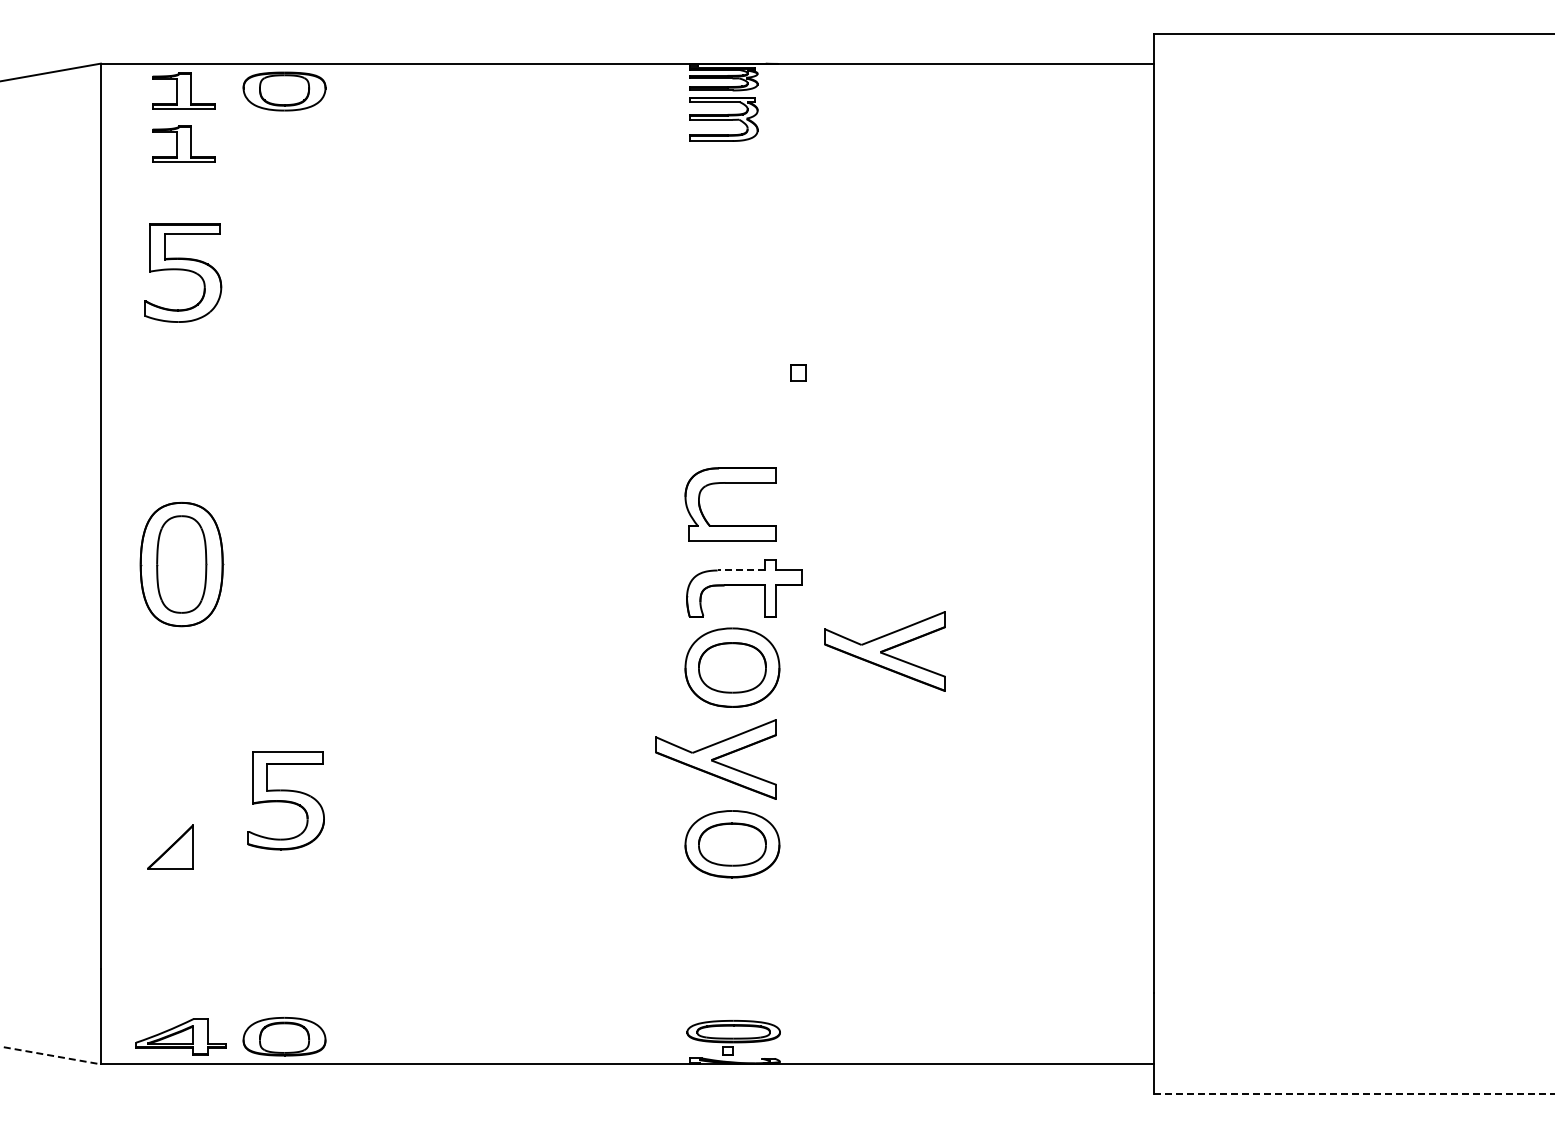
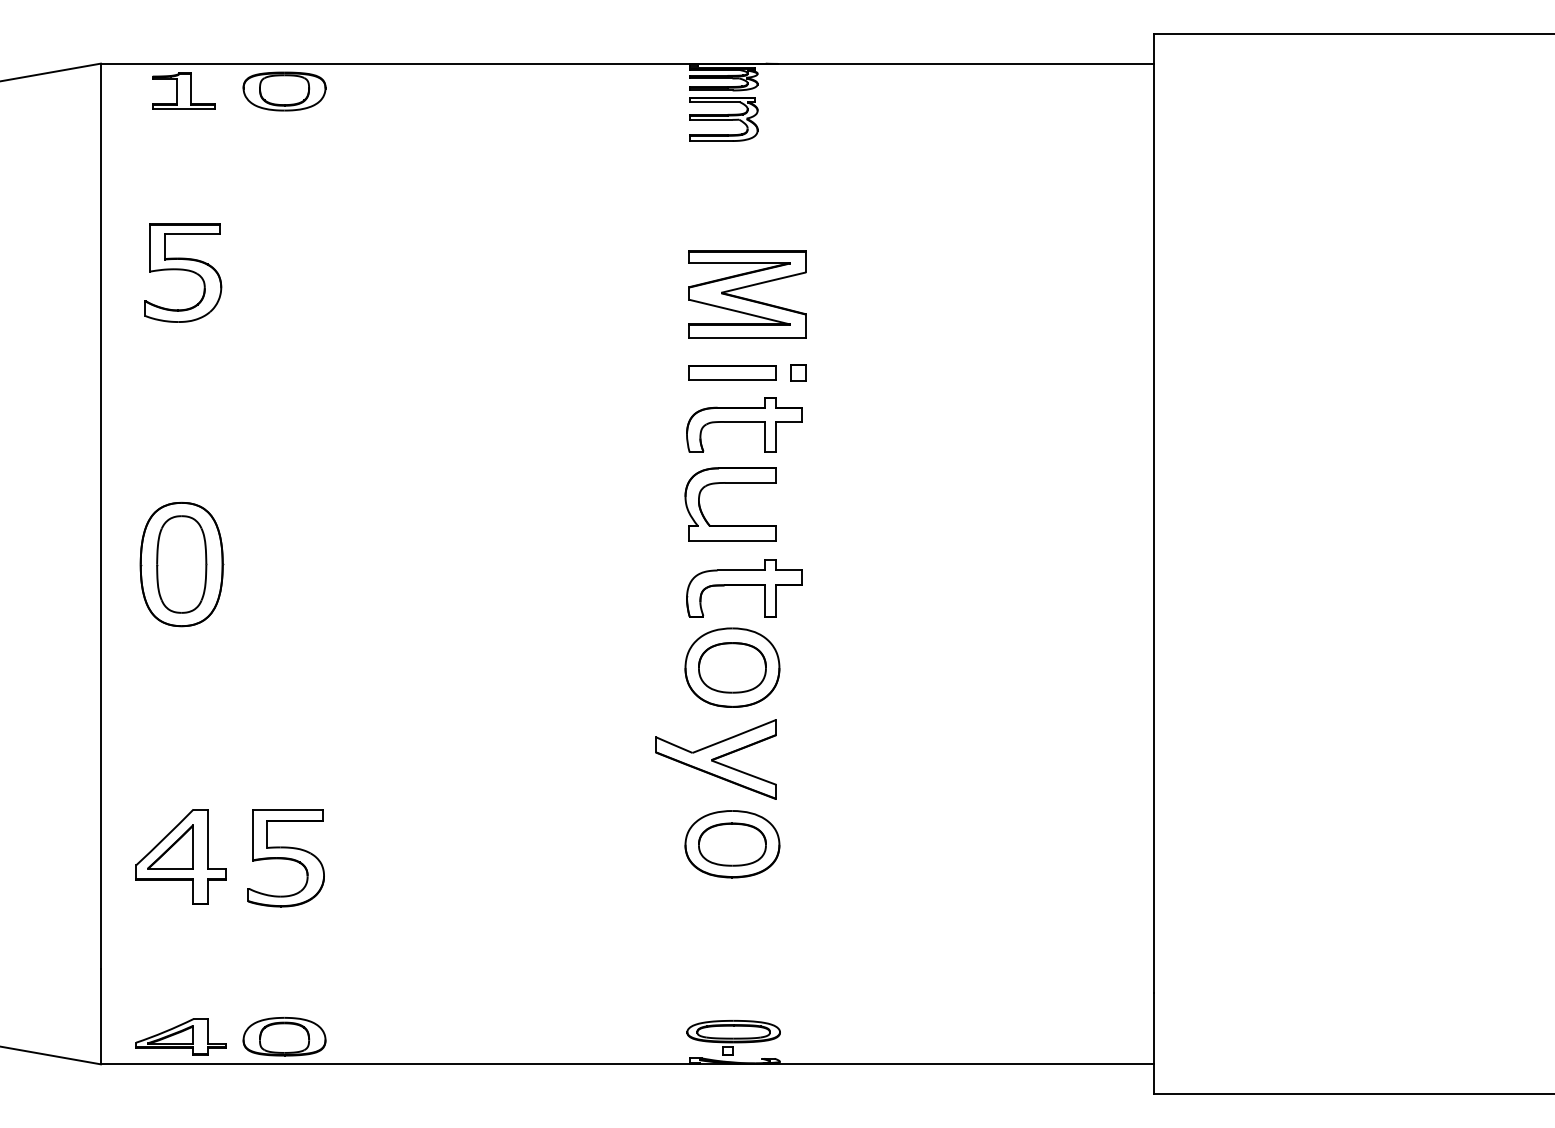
part at (183, 143): present -> none
part at (747, 294): none -> present
part at (732, 372): none -> present
part at (744, 424): none -> present
line at (740, 570): dashed -> solid
part at (884, 651): present -> none
part at (285, 801) position: (285, 801) -> (285, 858)
part at (180, 856): none -> present
line at (50, 1055): dashed -> solid
line at (1354, 1094): dashed -> solid
